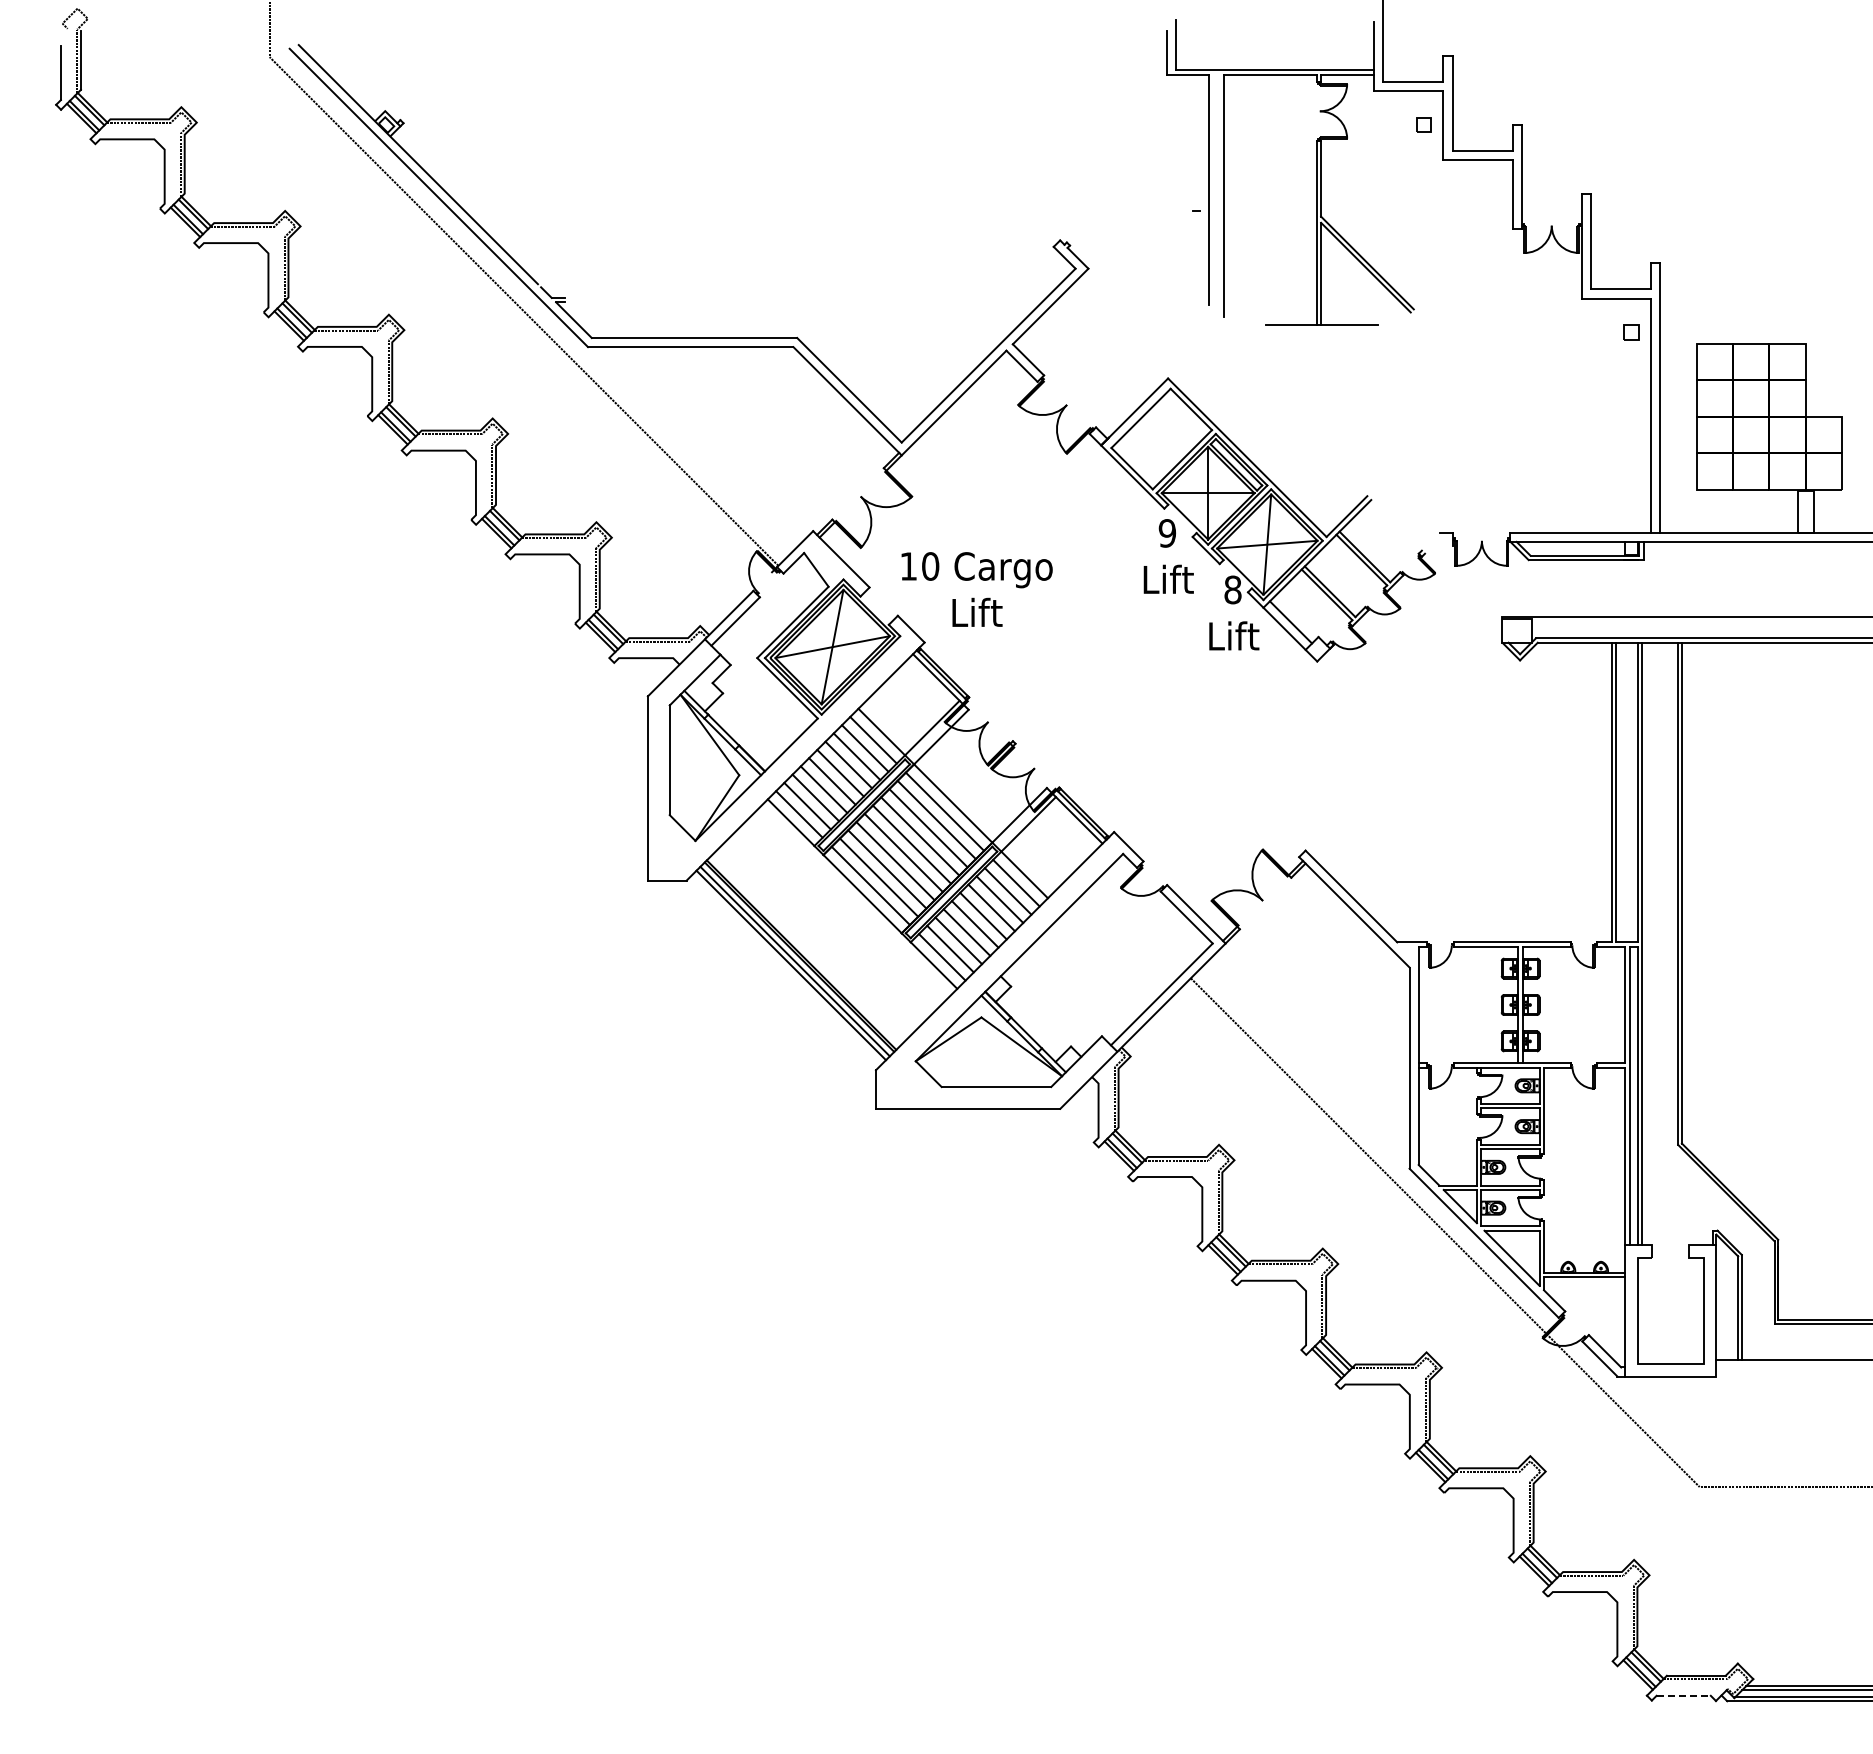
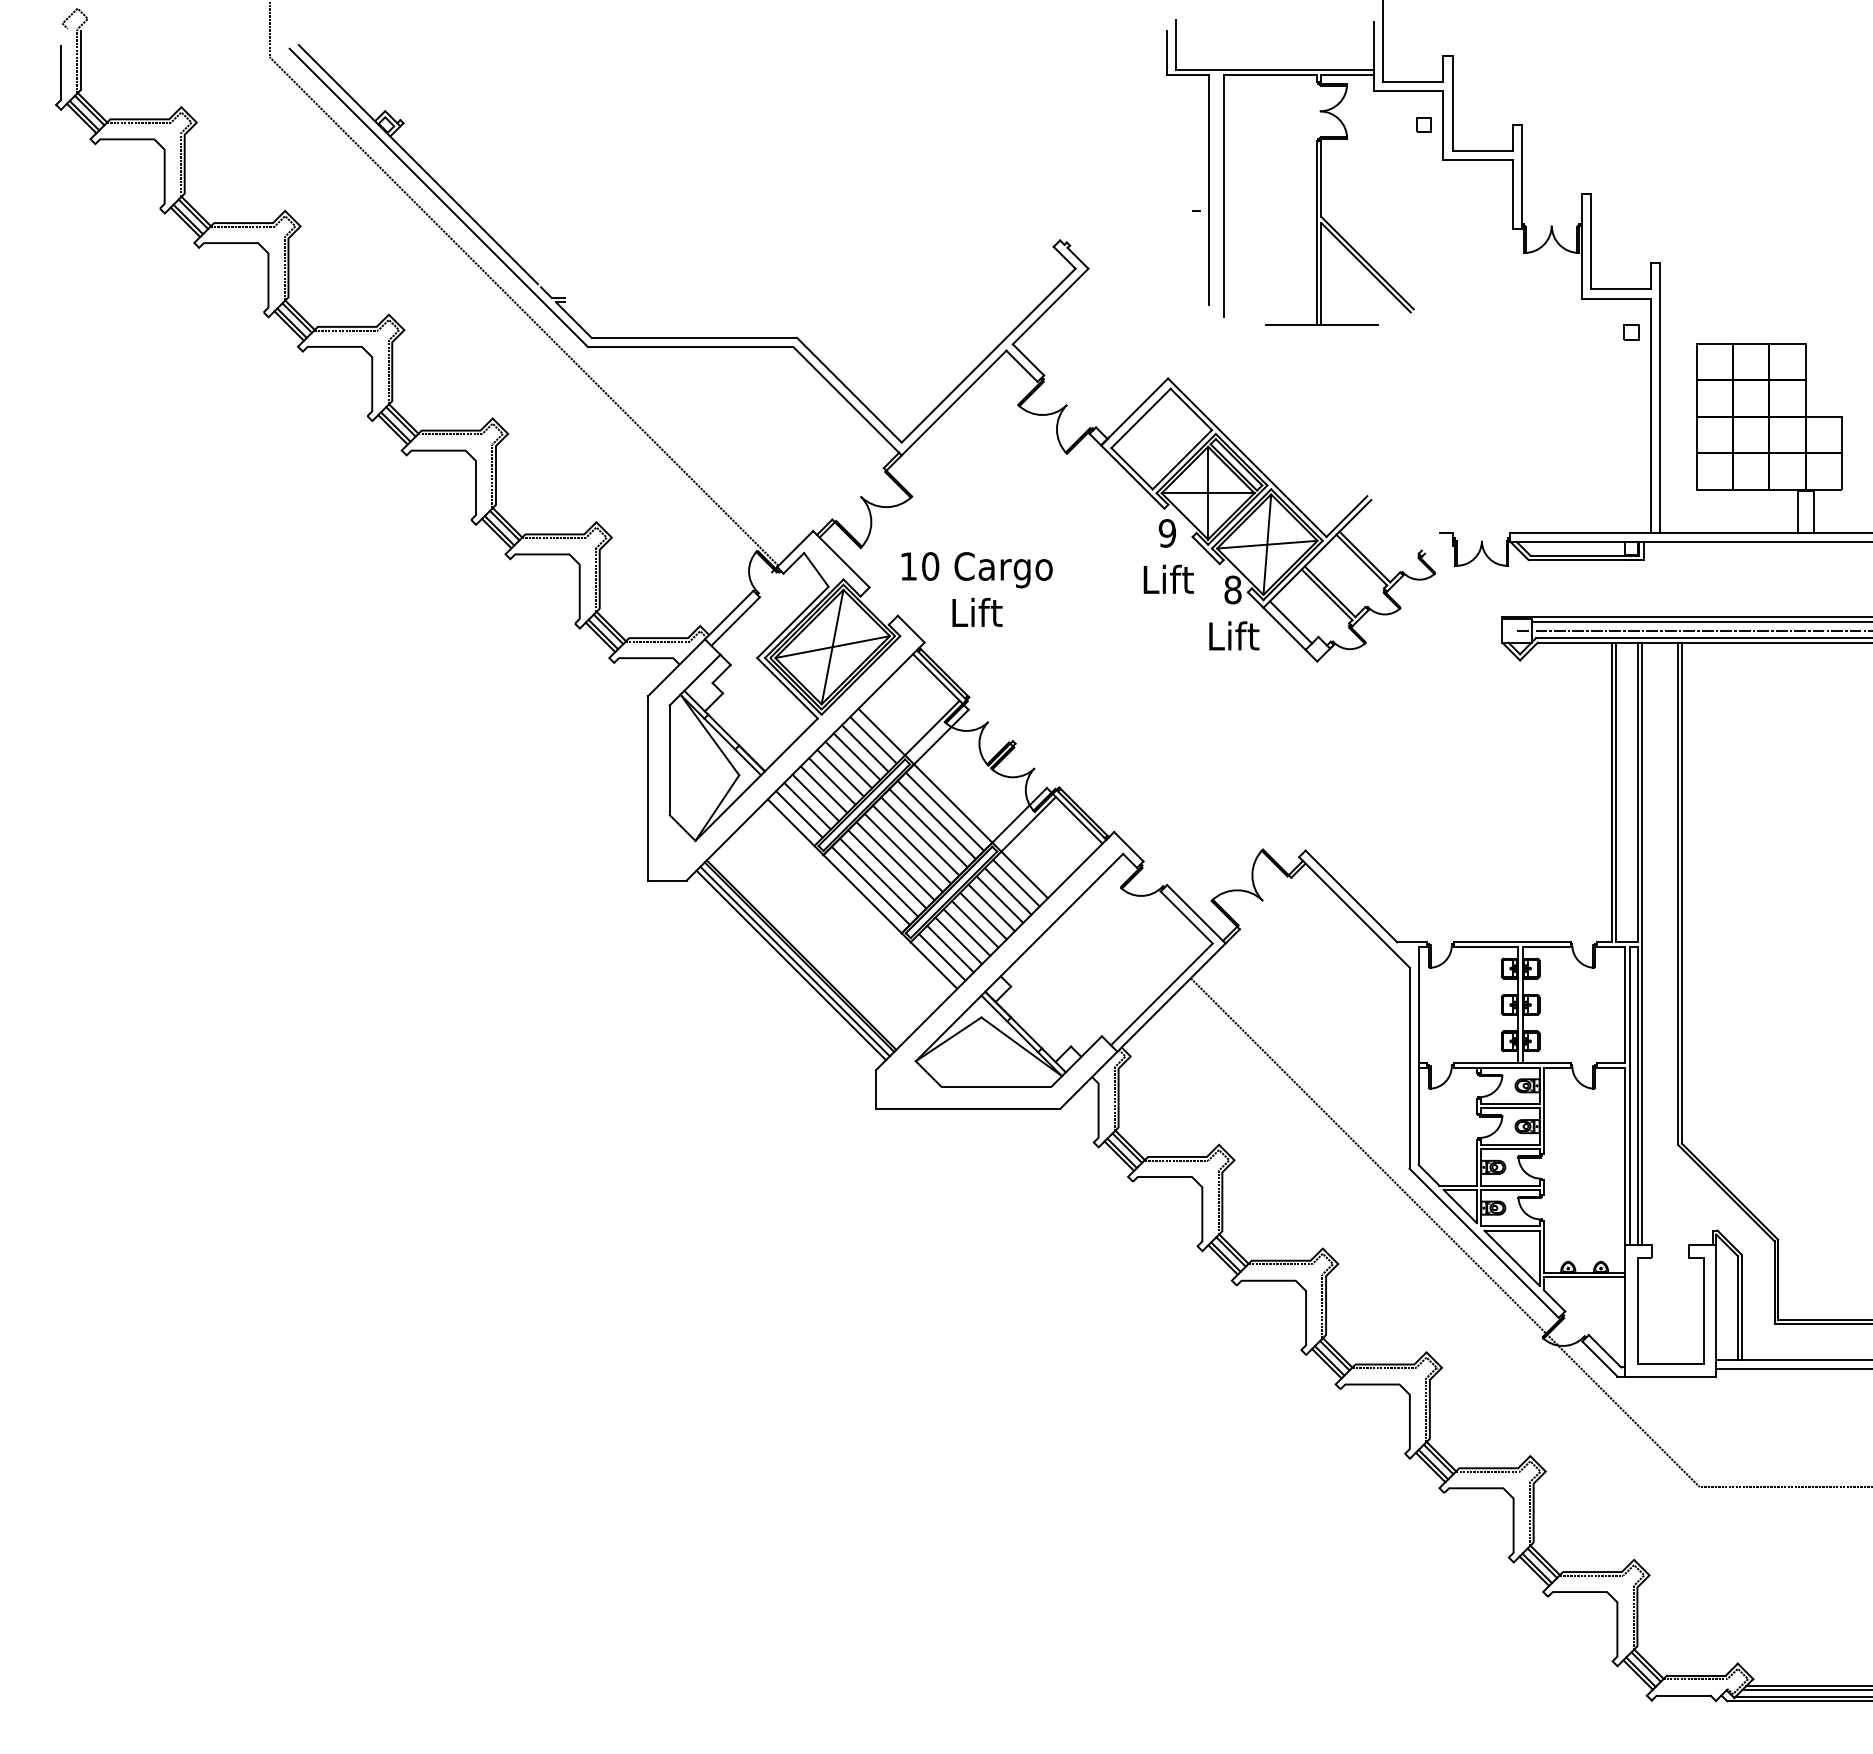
line at (1700, 621): none -> present
line at (1693, 631): none -> present
line at (1792, 1369): none -> present
line at (1684, 1695): dashed -> solid
